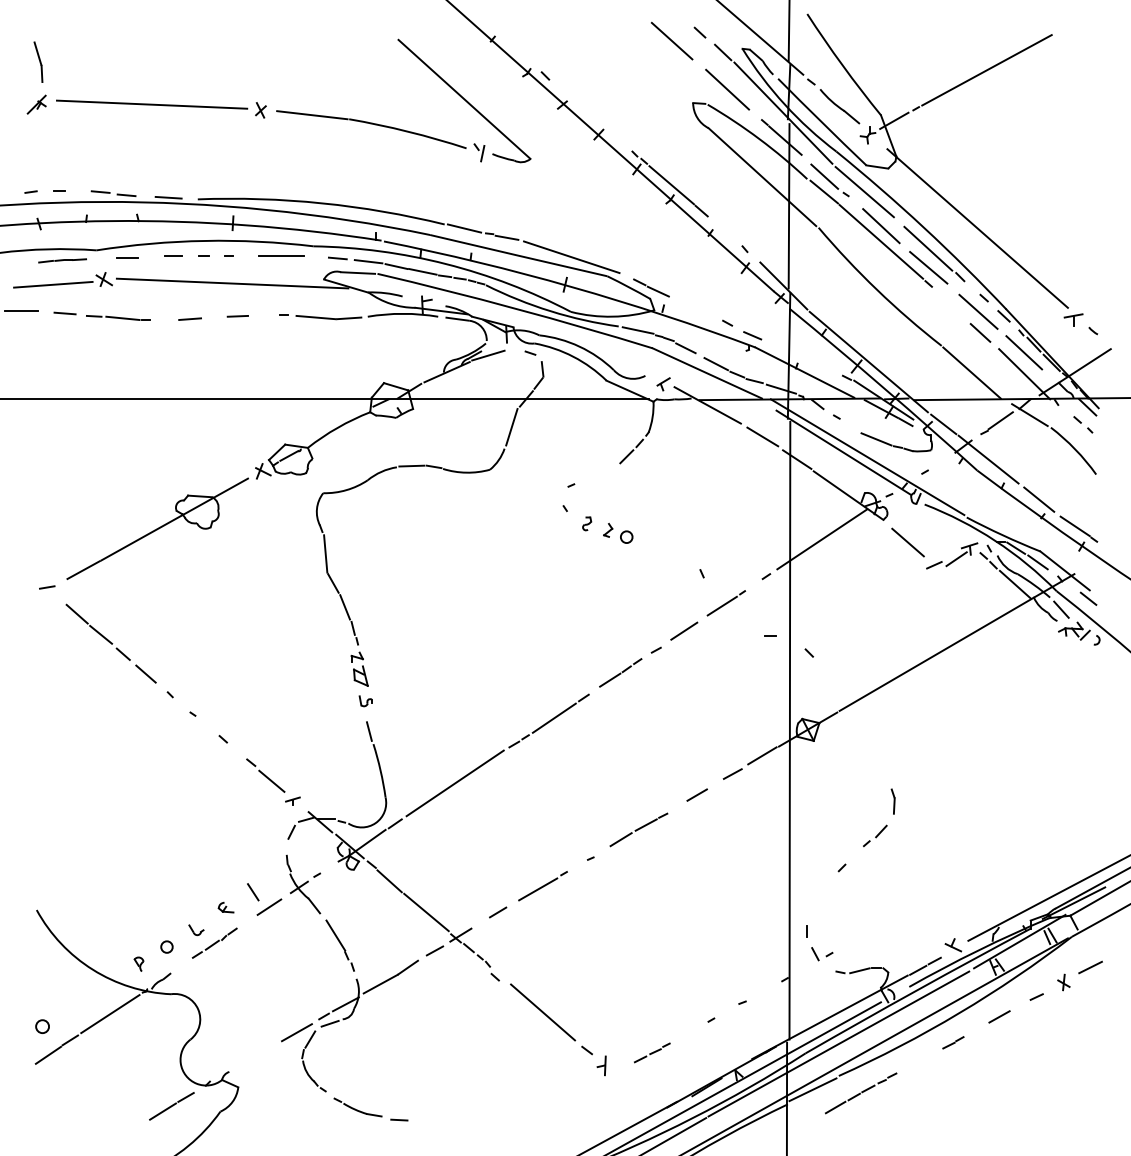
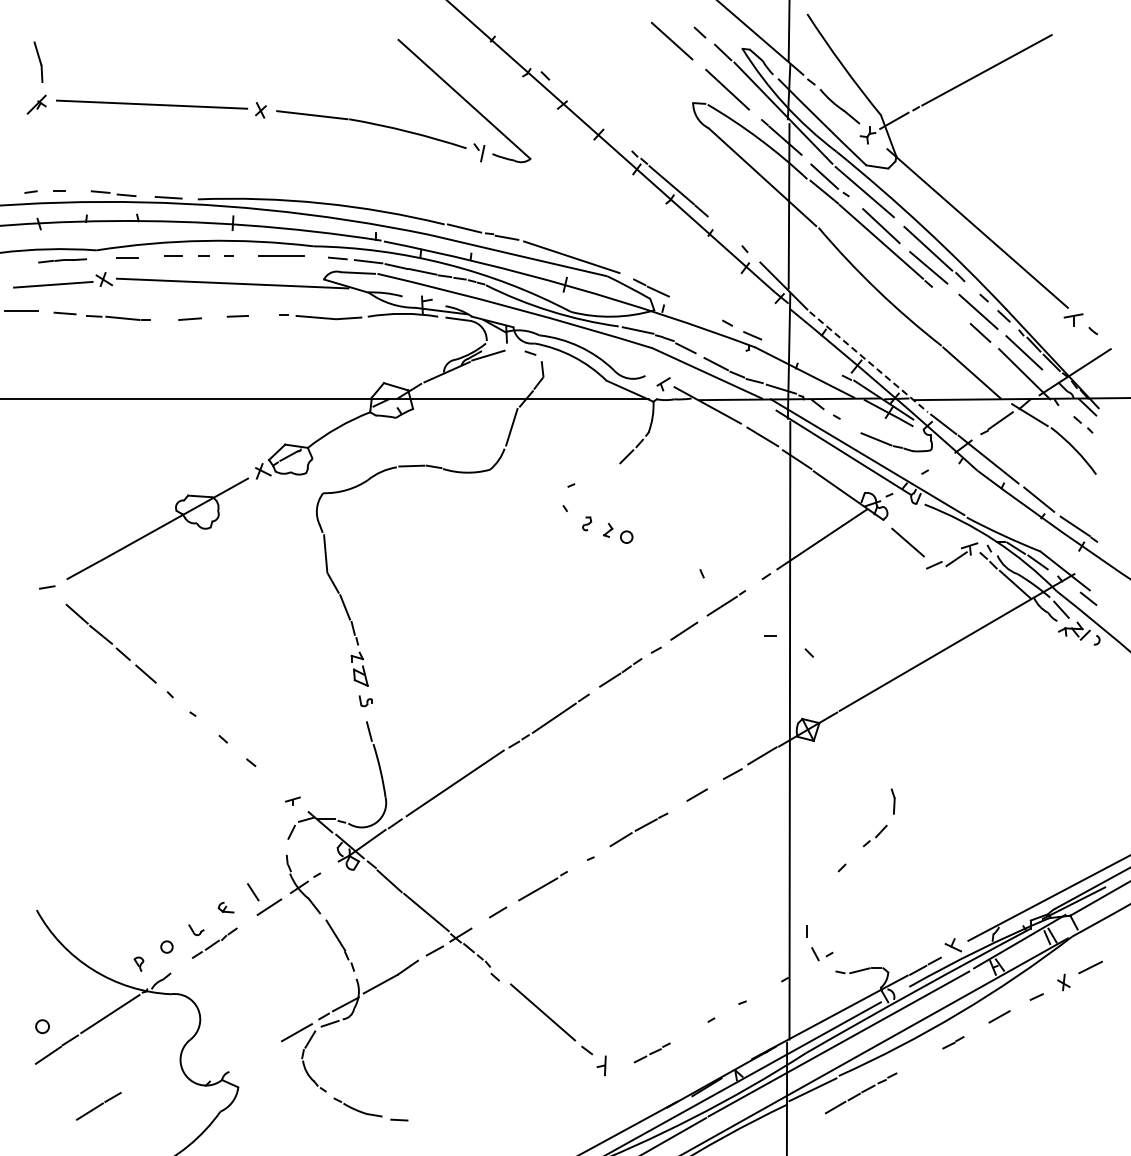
line at (868, 362): solid -> dashed
line at (271, 780): present -> none
line at (171, 1106) position: (171, 1106) -> (98, 1106)
